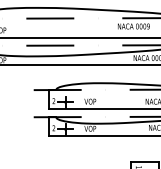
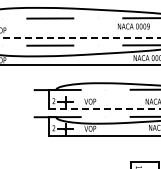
line at (80, 37): solid -> dashed
line at (104, 108): solid -> dashed
